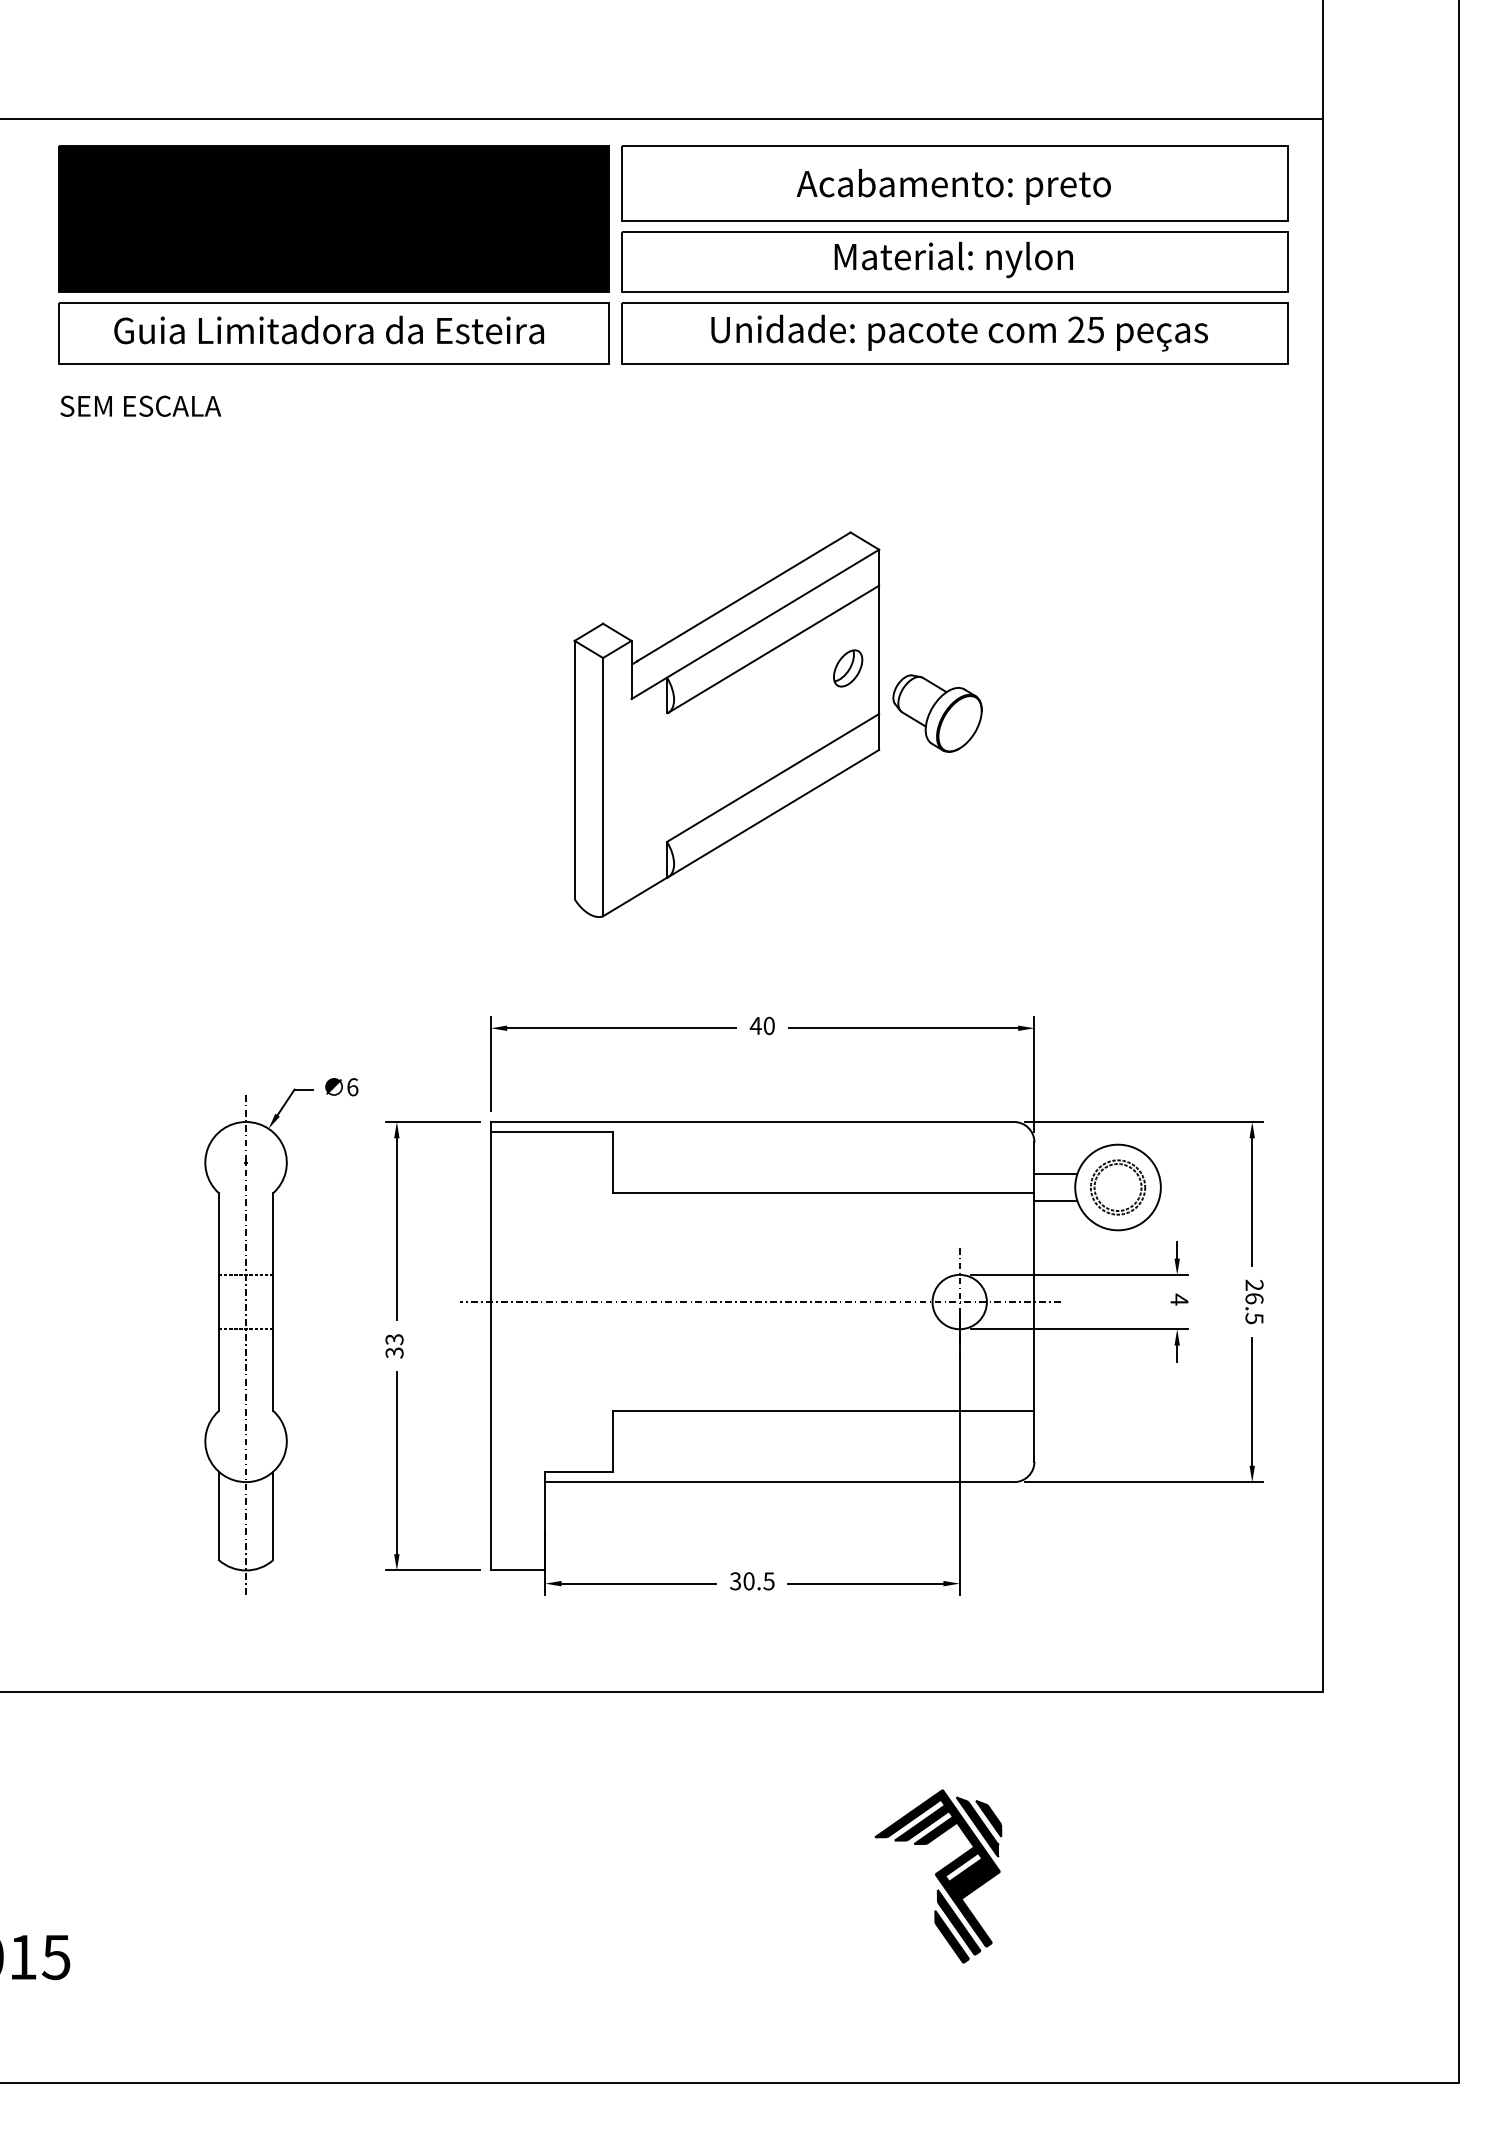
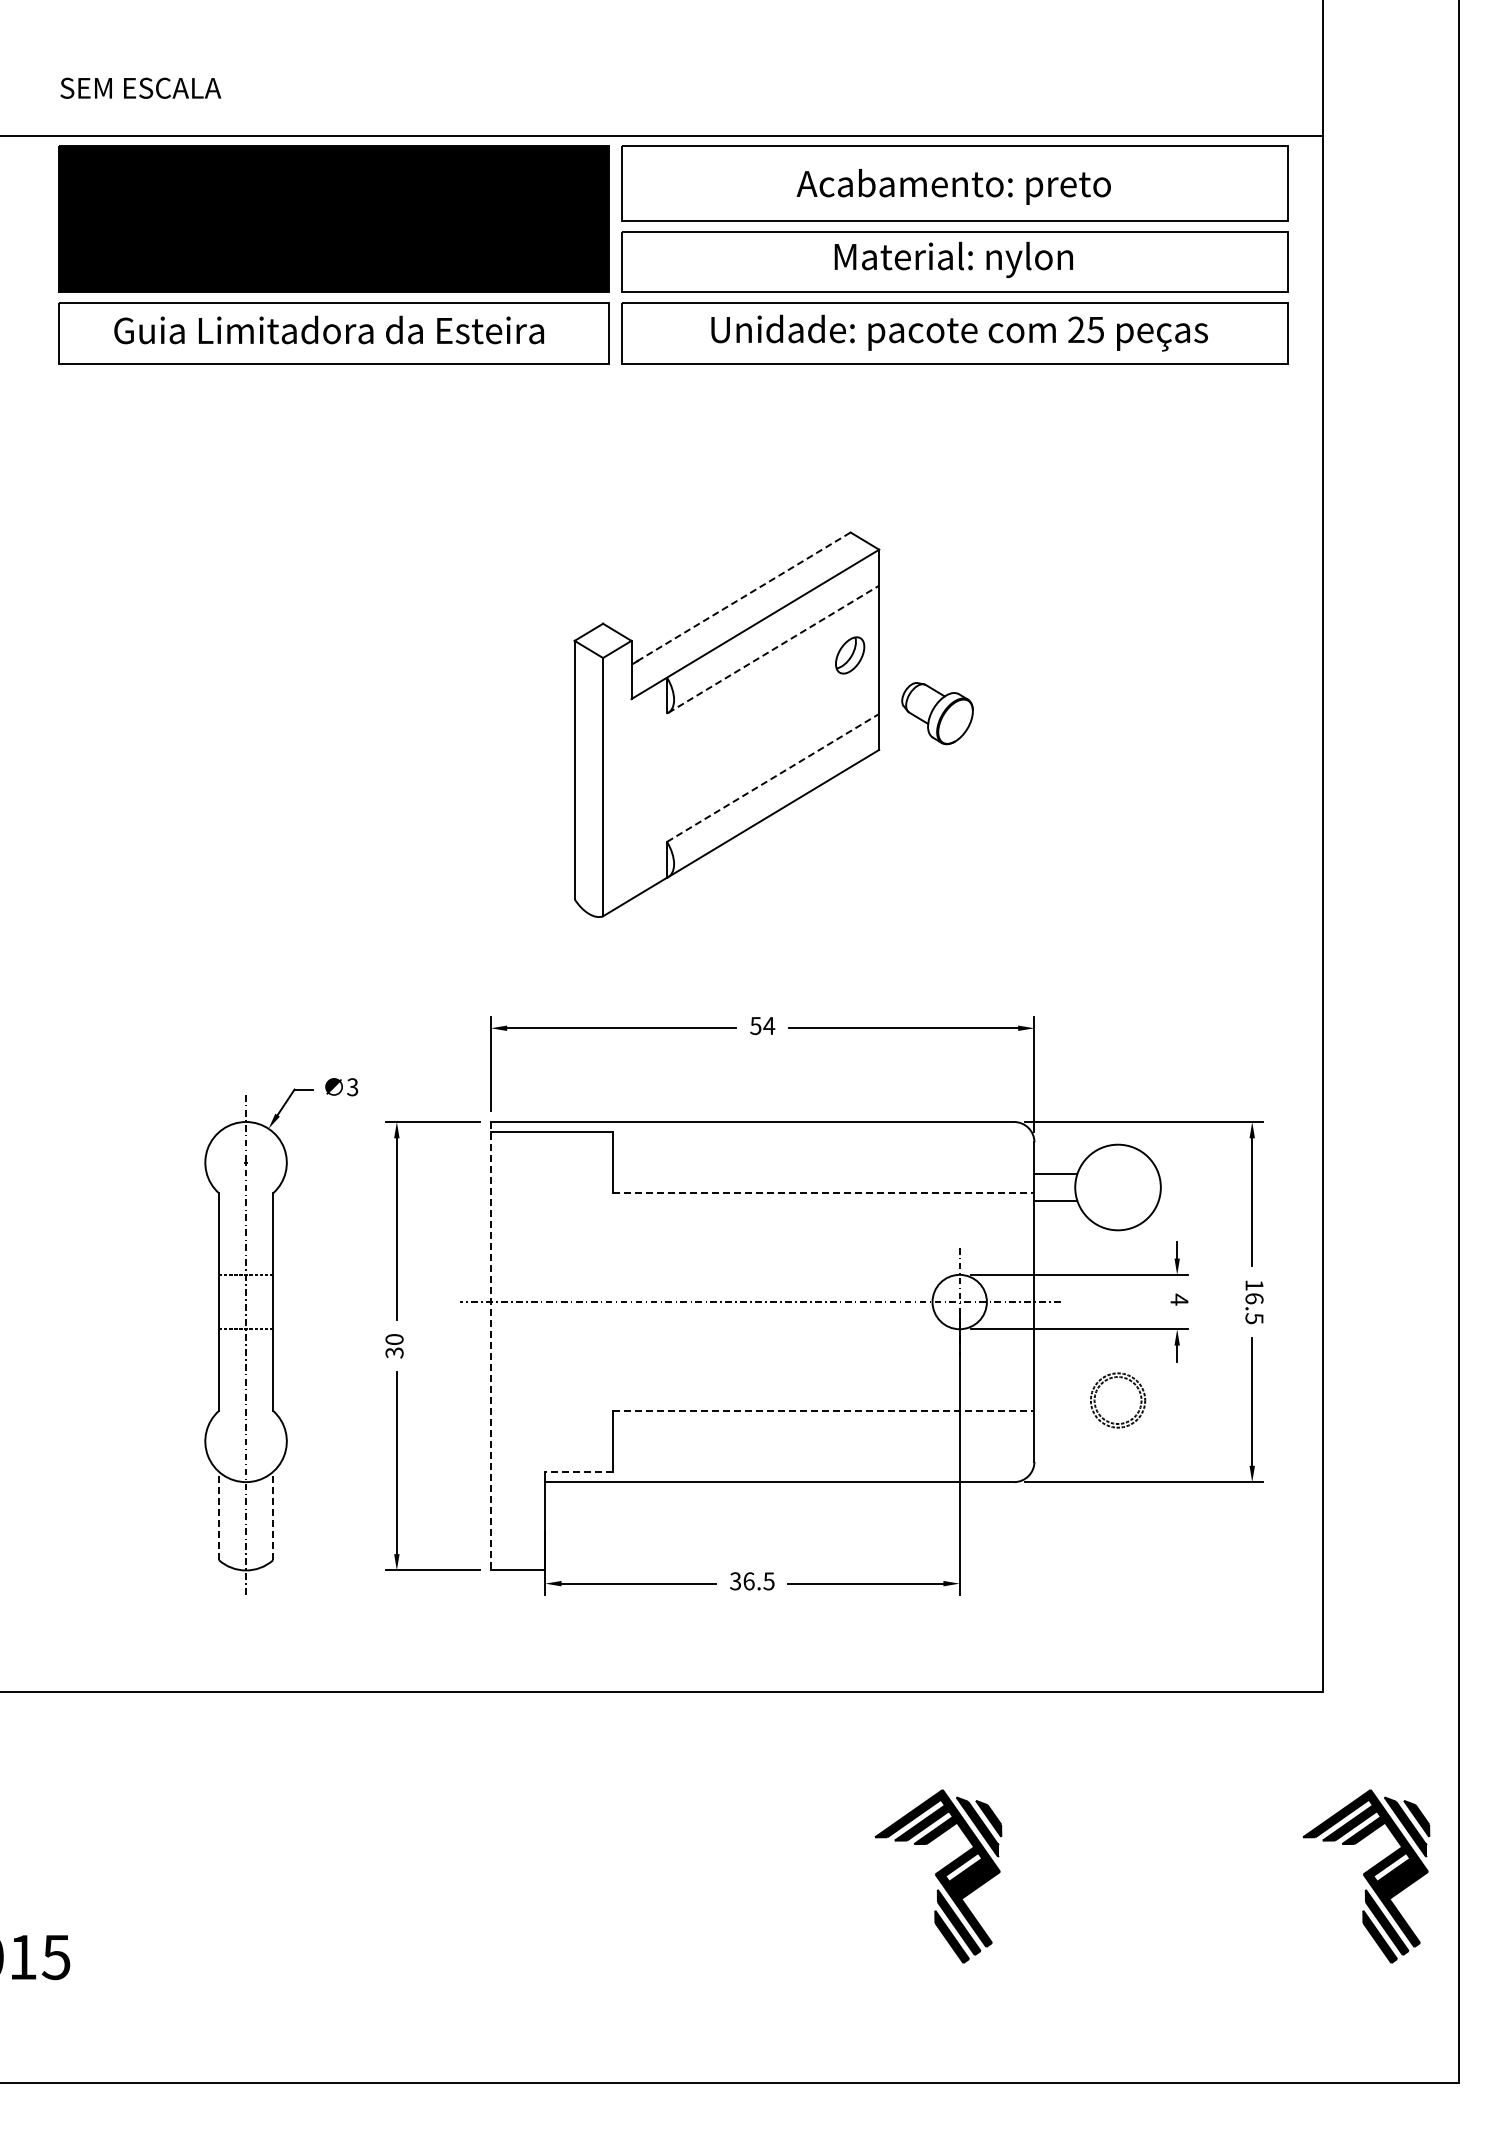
line at (662, 118) position: (662, 118) -> (662, 135)
text at (140, 405) position: (140, 405) -> (140, 87)
line at (743, 596): solid -> dashed
line at (774, 648): solid -> dashed
part at (848, 668) position: (848, 668) -> (850, 655)
part at (937, 713) size: 91x79 px -> 73x64 px
line at (773, 777): solid -> dashed
text at (762, 1025): 40 -> 54
text at (352, 1087): 6 -> 3
line at (823, 1193): solid -> dashed
part at (1139, 1193) position: (1139, 1193) -> (1139, 1406)
text at (1254, 1284): 26.5 -> 16.5
text at (394, 1339): 33 -> 30
line at (490, 1346): solid -> dashed
line at (823, 1410): solid -> dashed
line at (579, 1471): solid -> dashed
line at (218, 1515): solid -> dashed
line at (273, 1515): solid -> dashed
text at (748, 1581): 30.5 -> 36.5
part at (1366, 1876): none -> present
